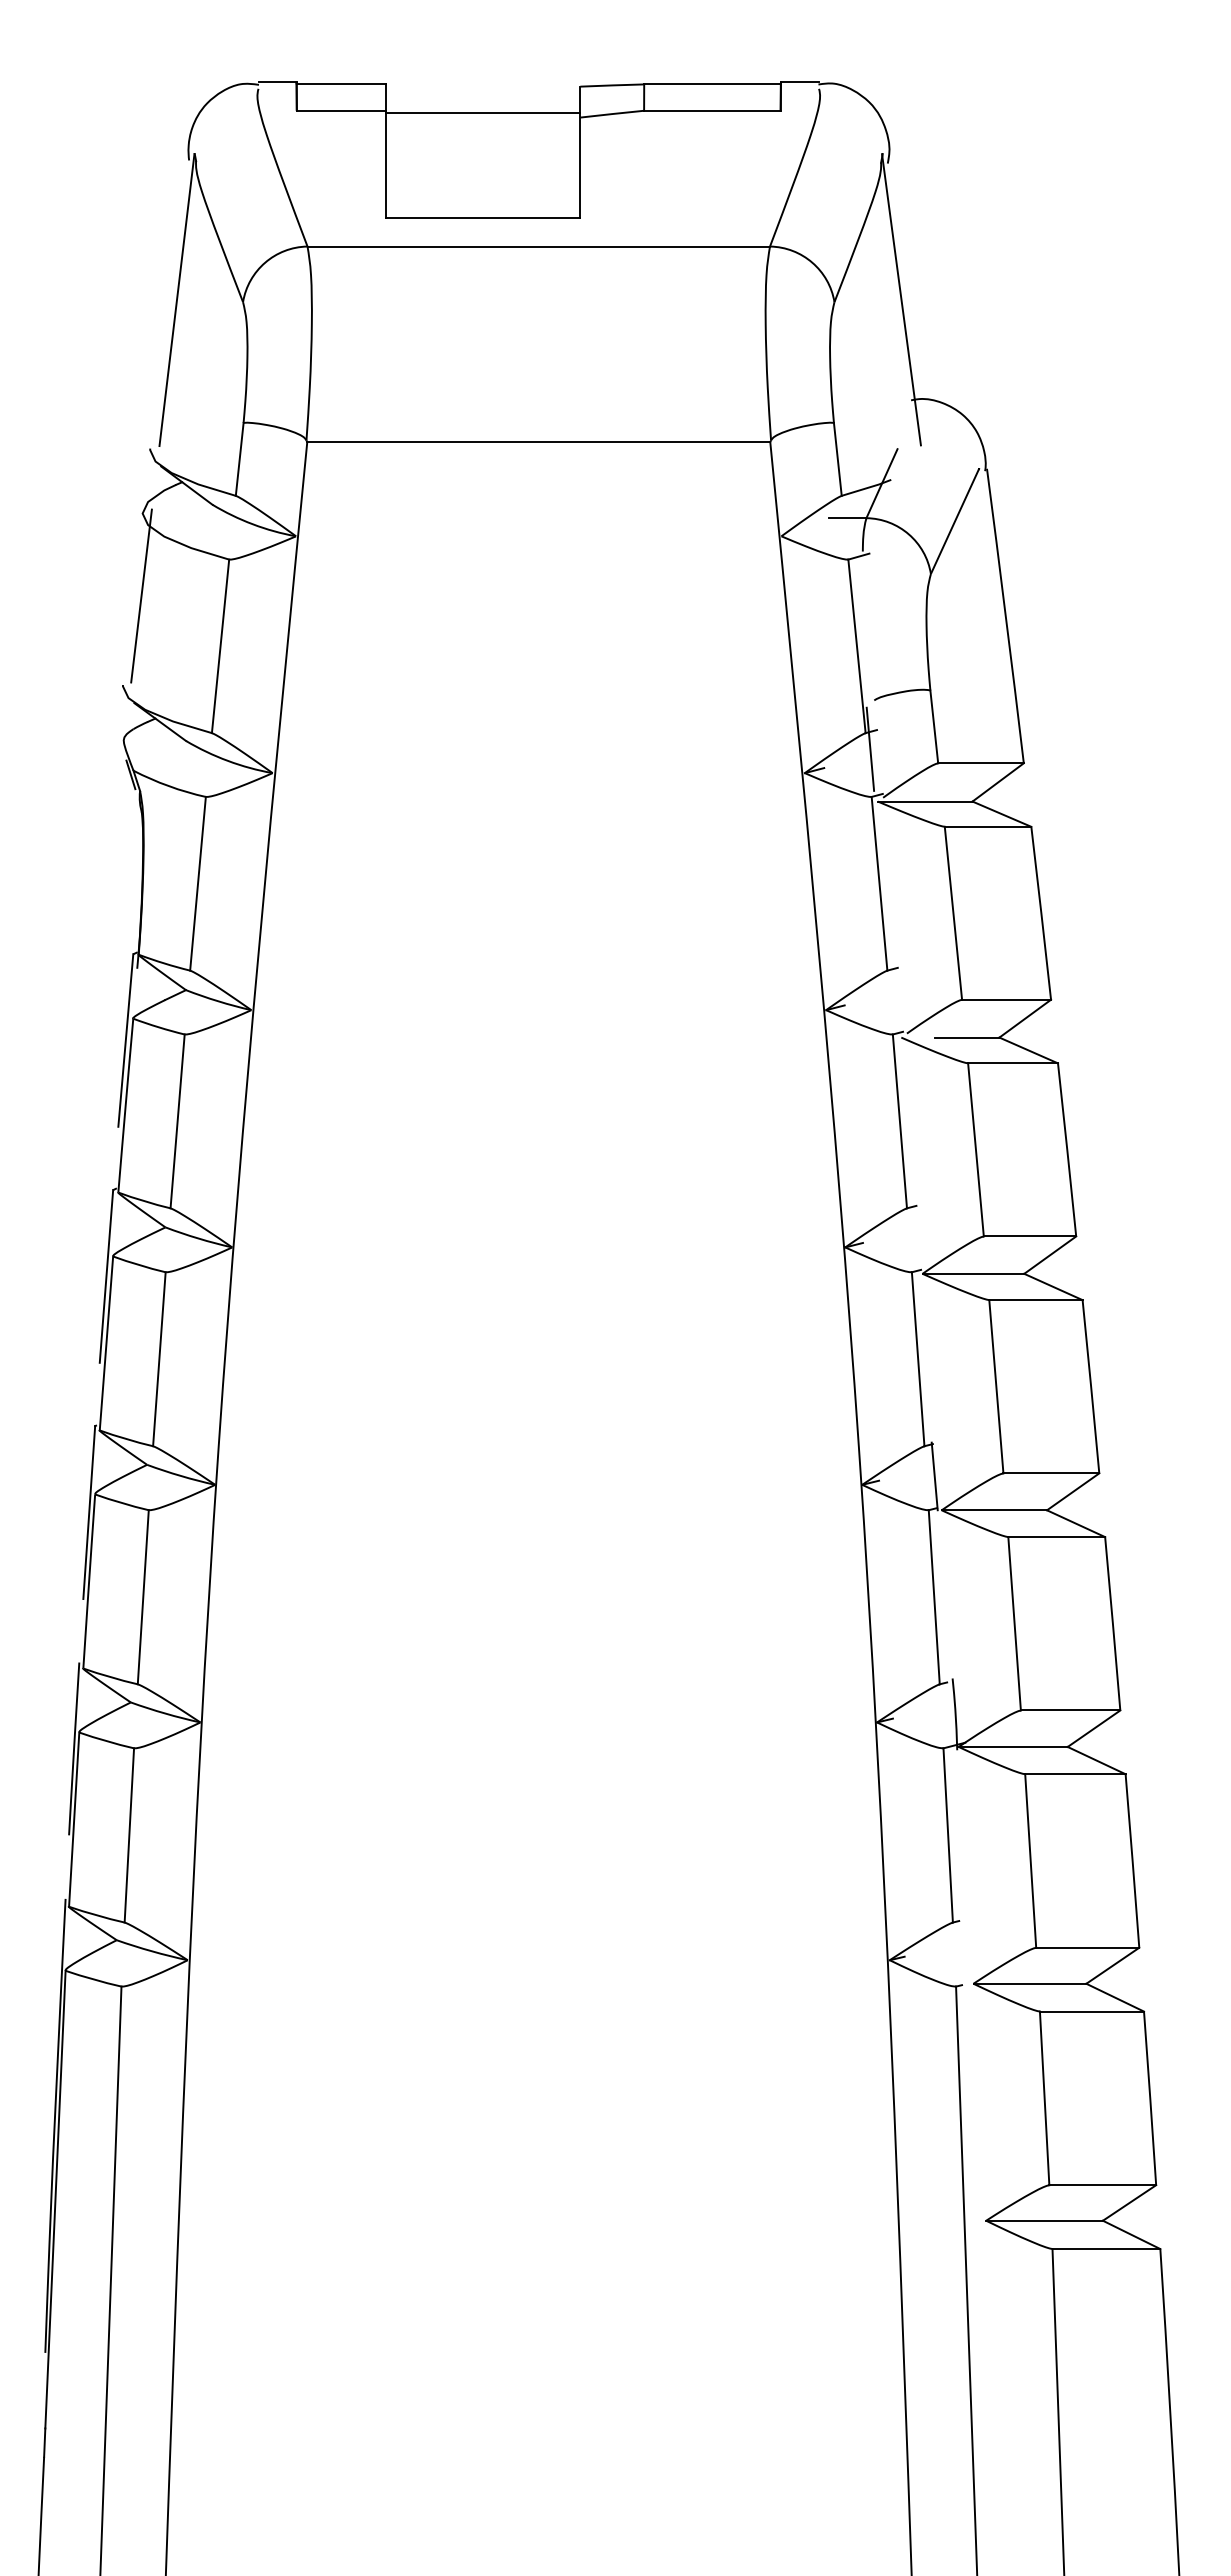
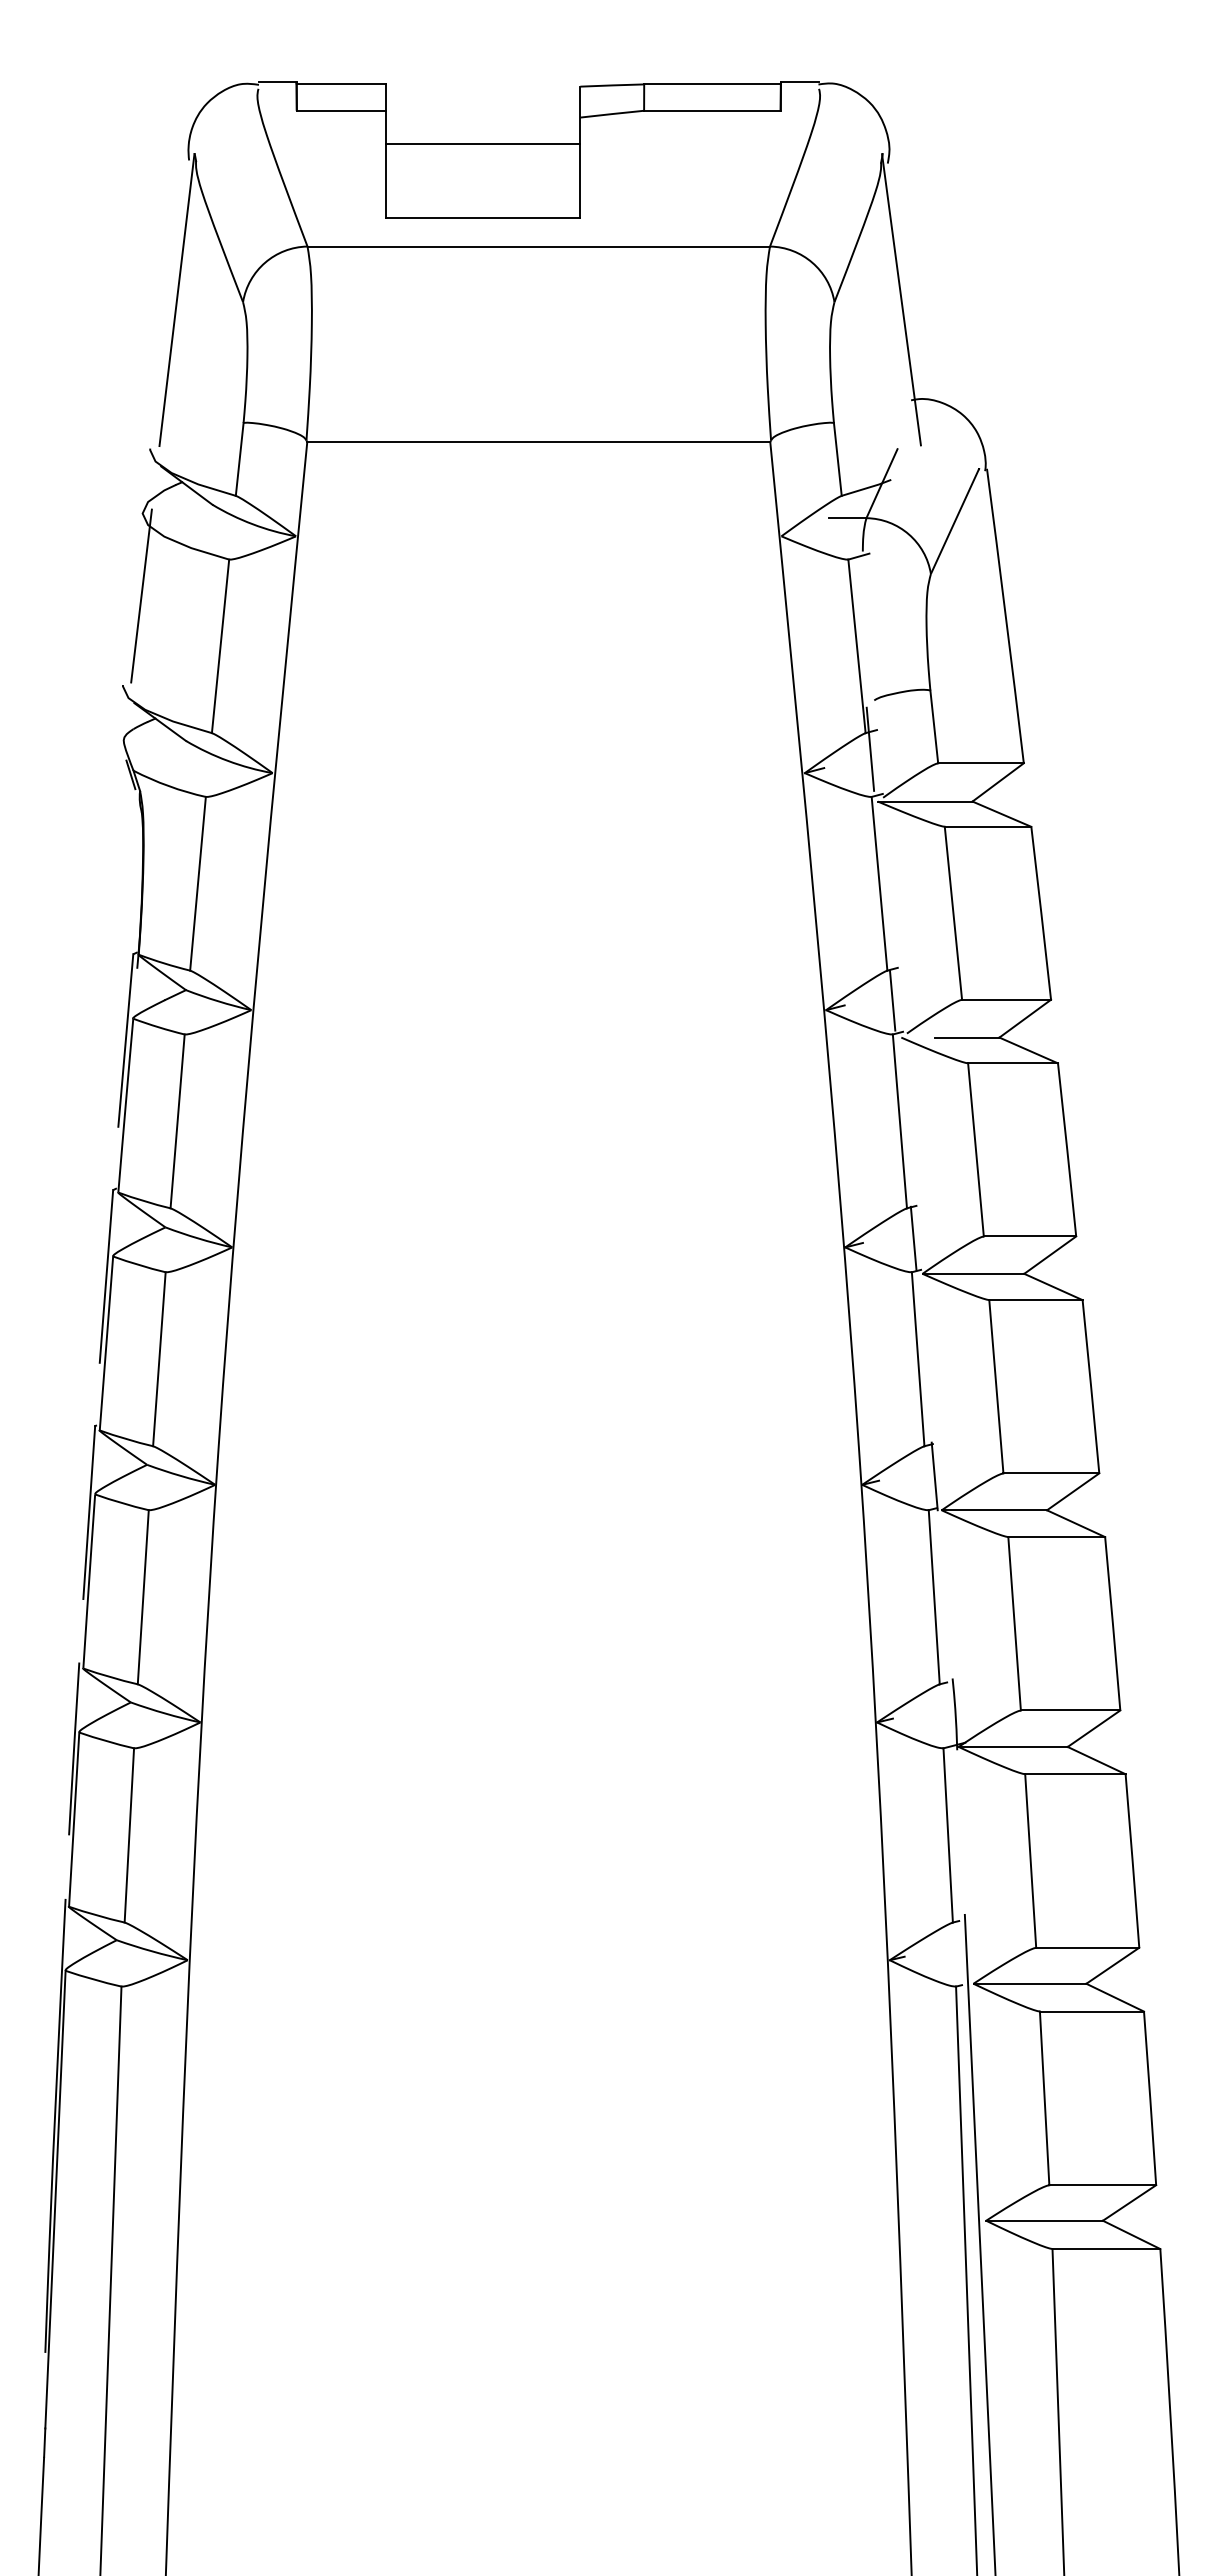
line at (483, 112) position: (483, 112) -> (483, 143)
line at (892, 1000): none -> present
line at (913, 1238): none -> present
line at (979, 2243): none -> present
